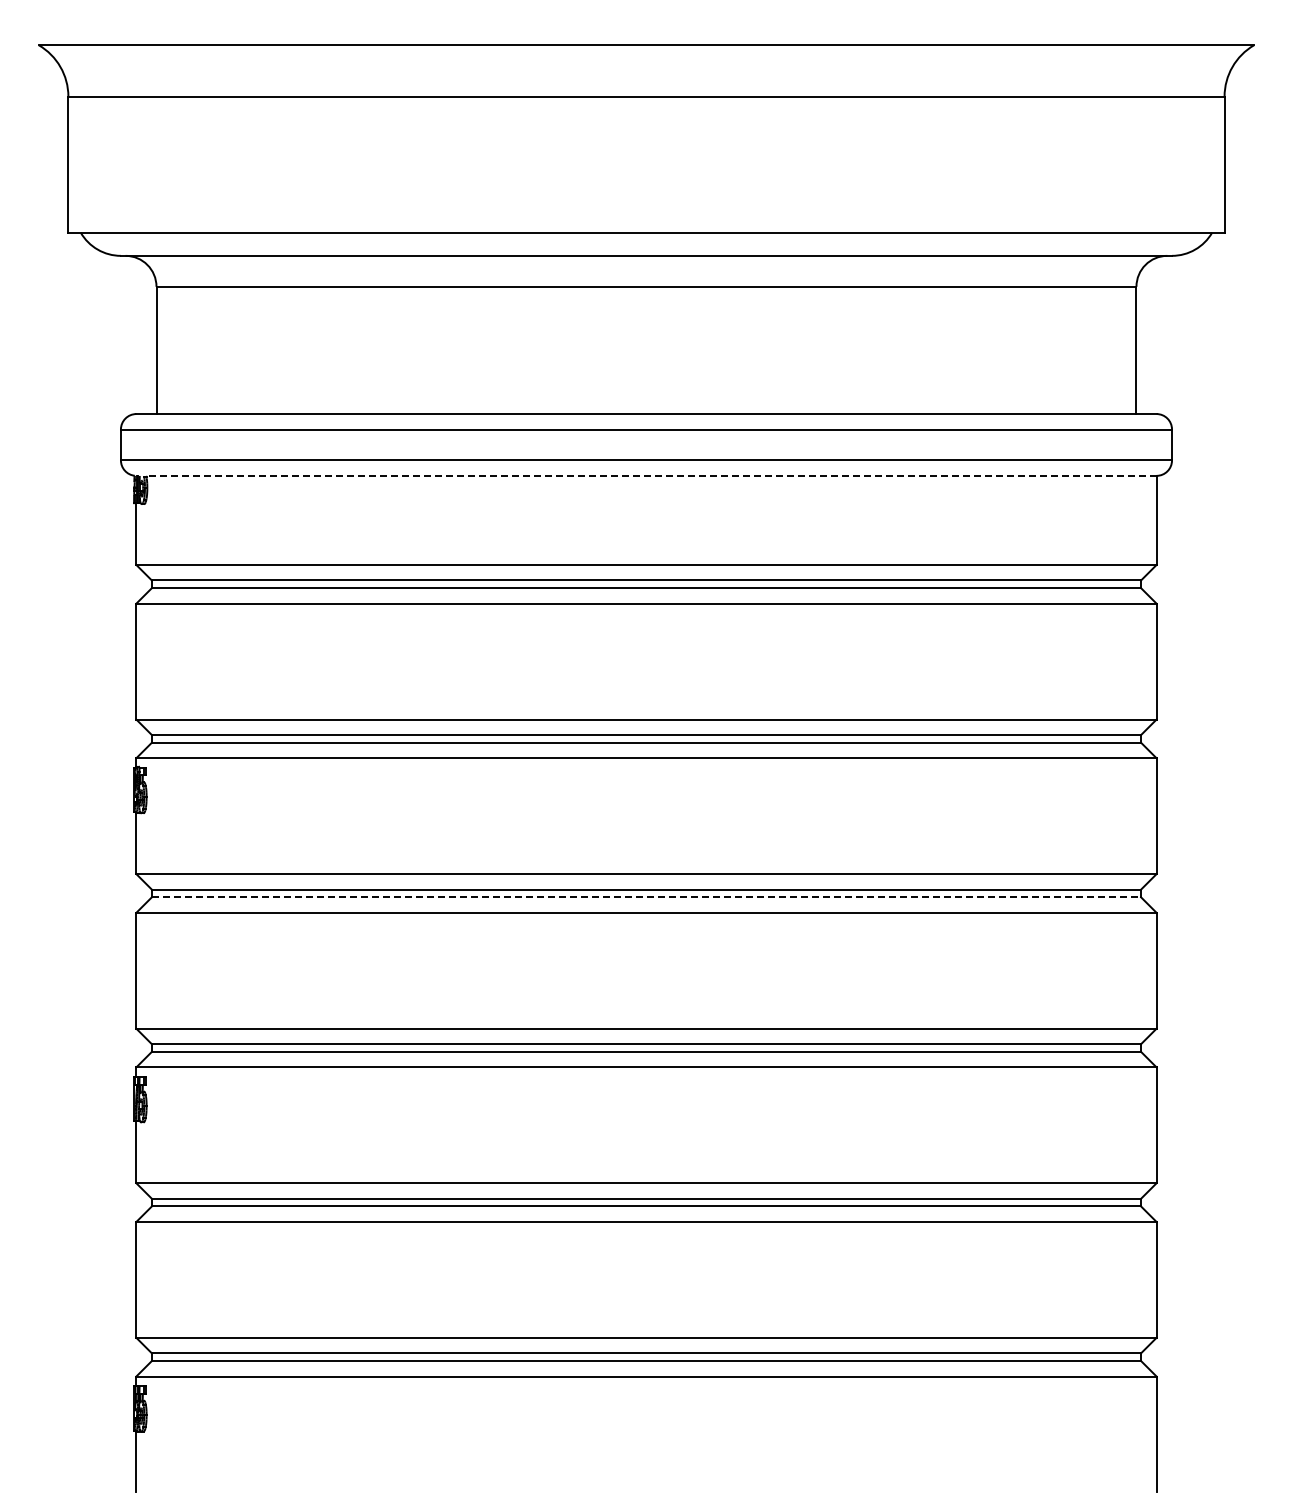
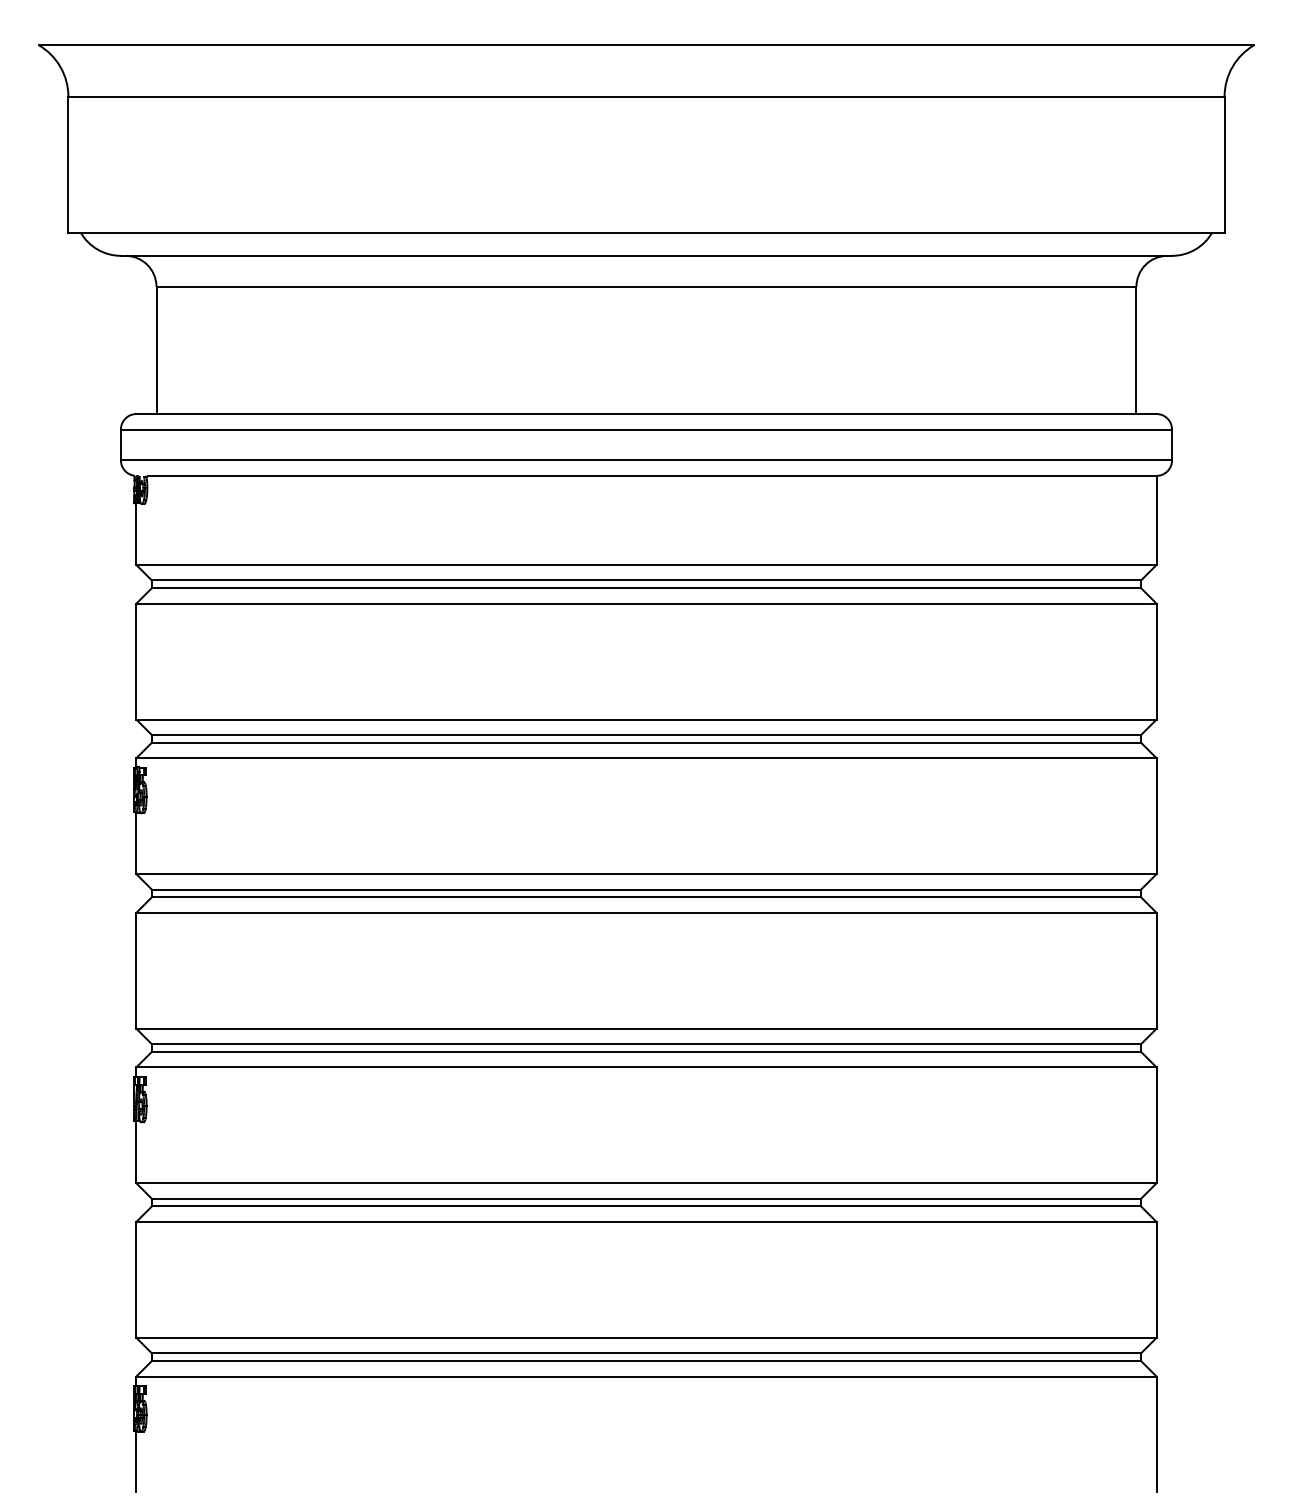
line at (652, 475): dashed -> solid
line at (646, 897): dashed -> solid
